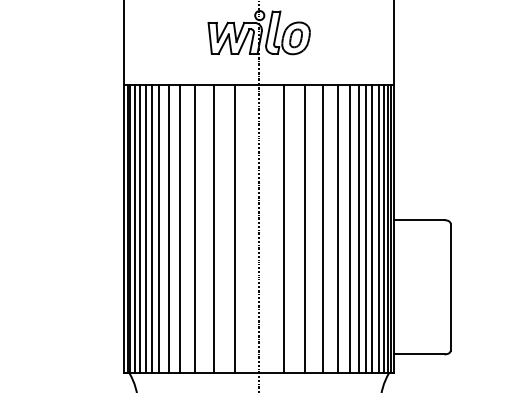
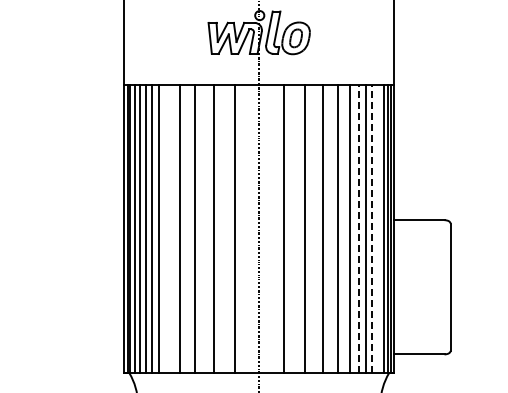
line at (359, 228): solid -> dashed
line at (372, 228): solid -> dashed
line at (168, 229): present -> none
line at (378, 229): present -> none
